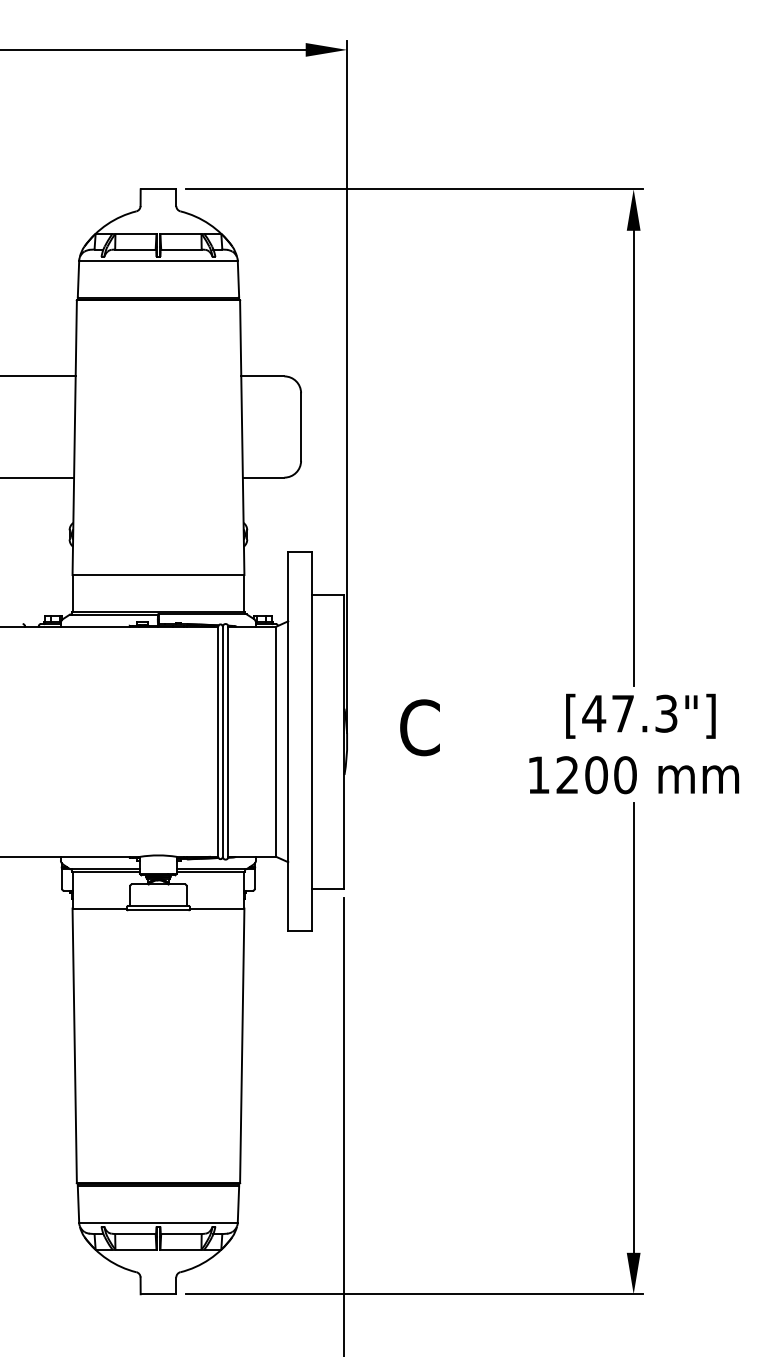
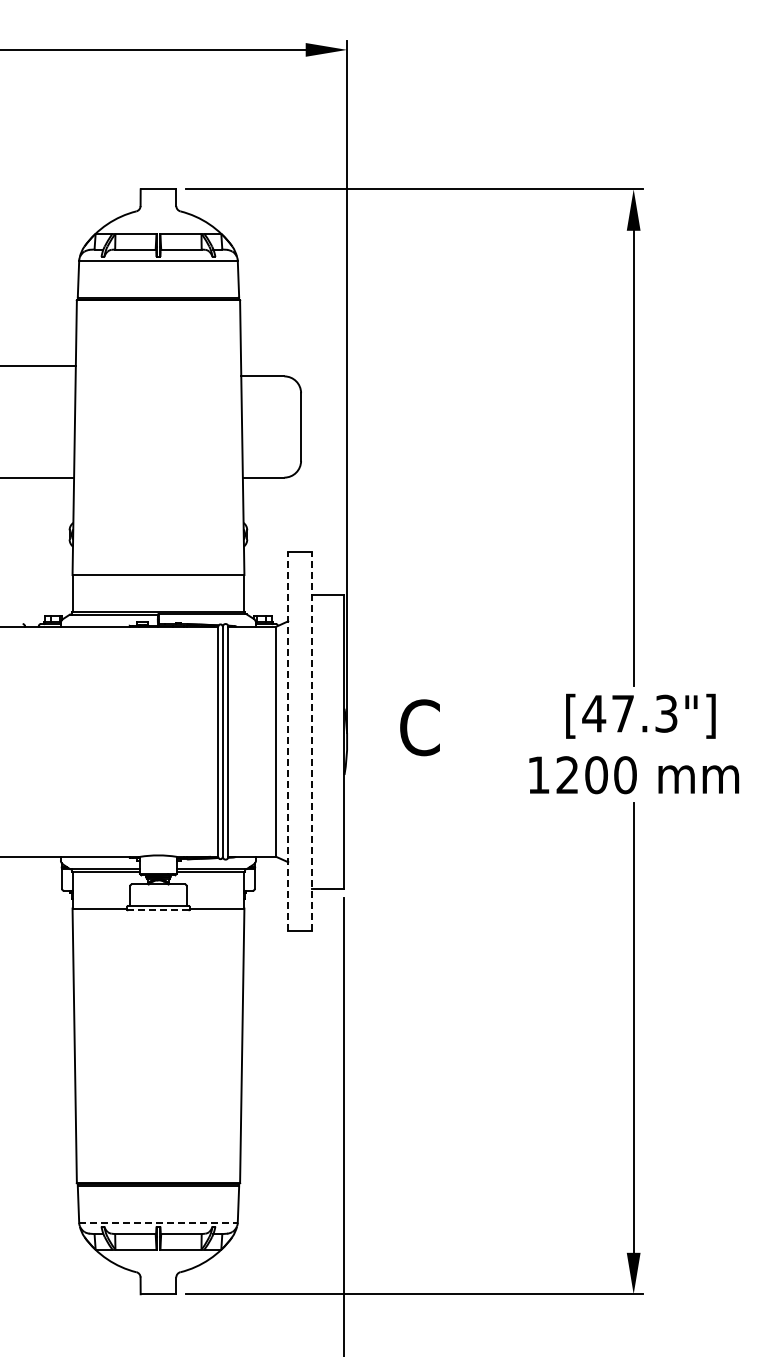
line at (38, 376) position: (38, 376) -> (38, 366)
line at (288, 741): solid -> dashed
line at (312, 741): solid -> dashed
line at (157, 910): solid -> dashed
line at (158, 1222): solid -> dashed
